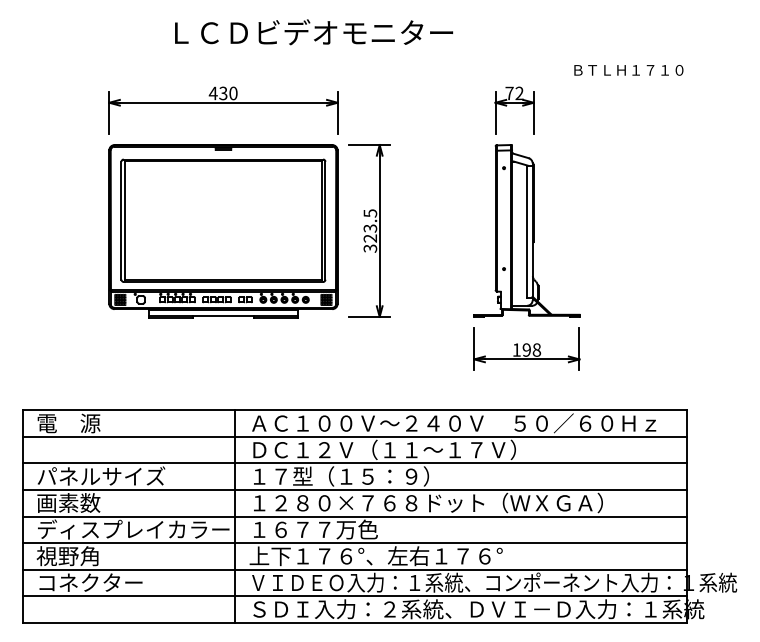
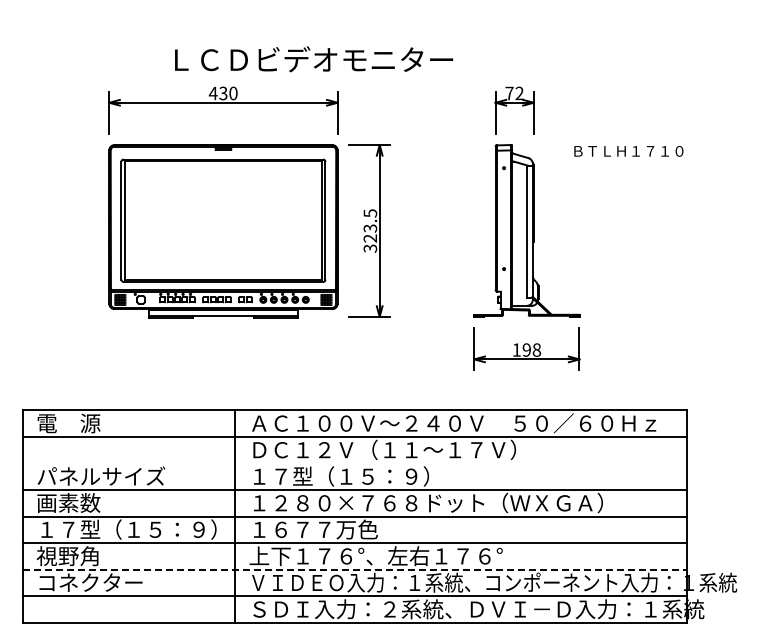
text at (314, 32) position: (314, 32) -> (314, 59)
text at (628, 70) position: (628, 70) -> (628, 151)
line at (354, 463): present -> none
text at (133, 529): ディスプレイカラー -> １７型（１５：９）
line at (355, 569): solid -> dashed
